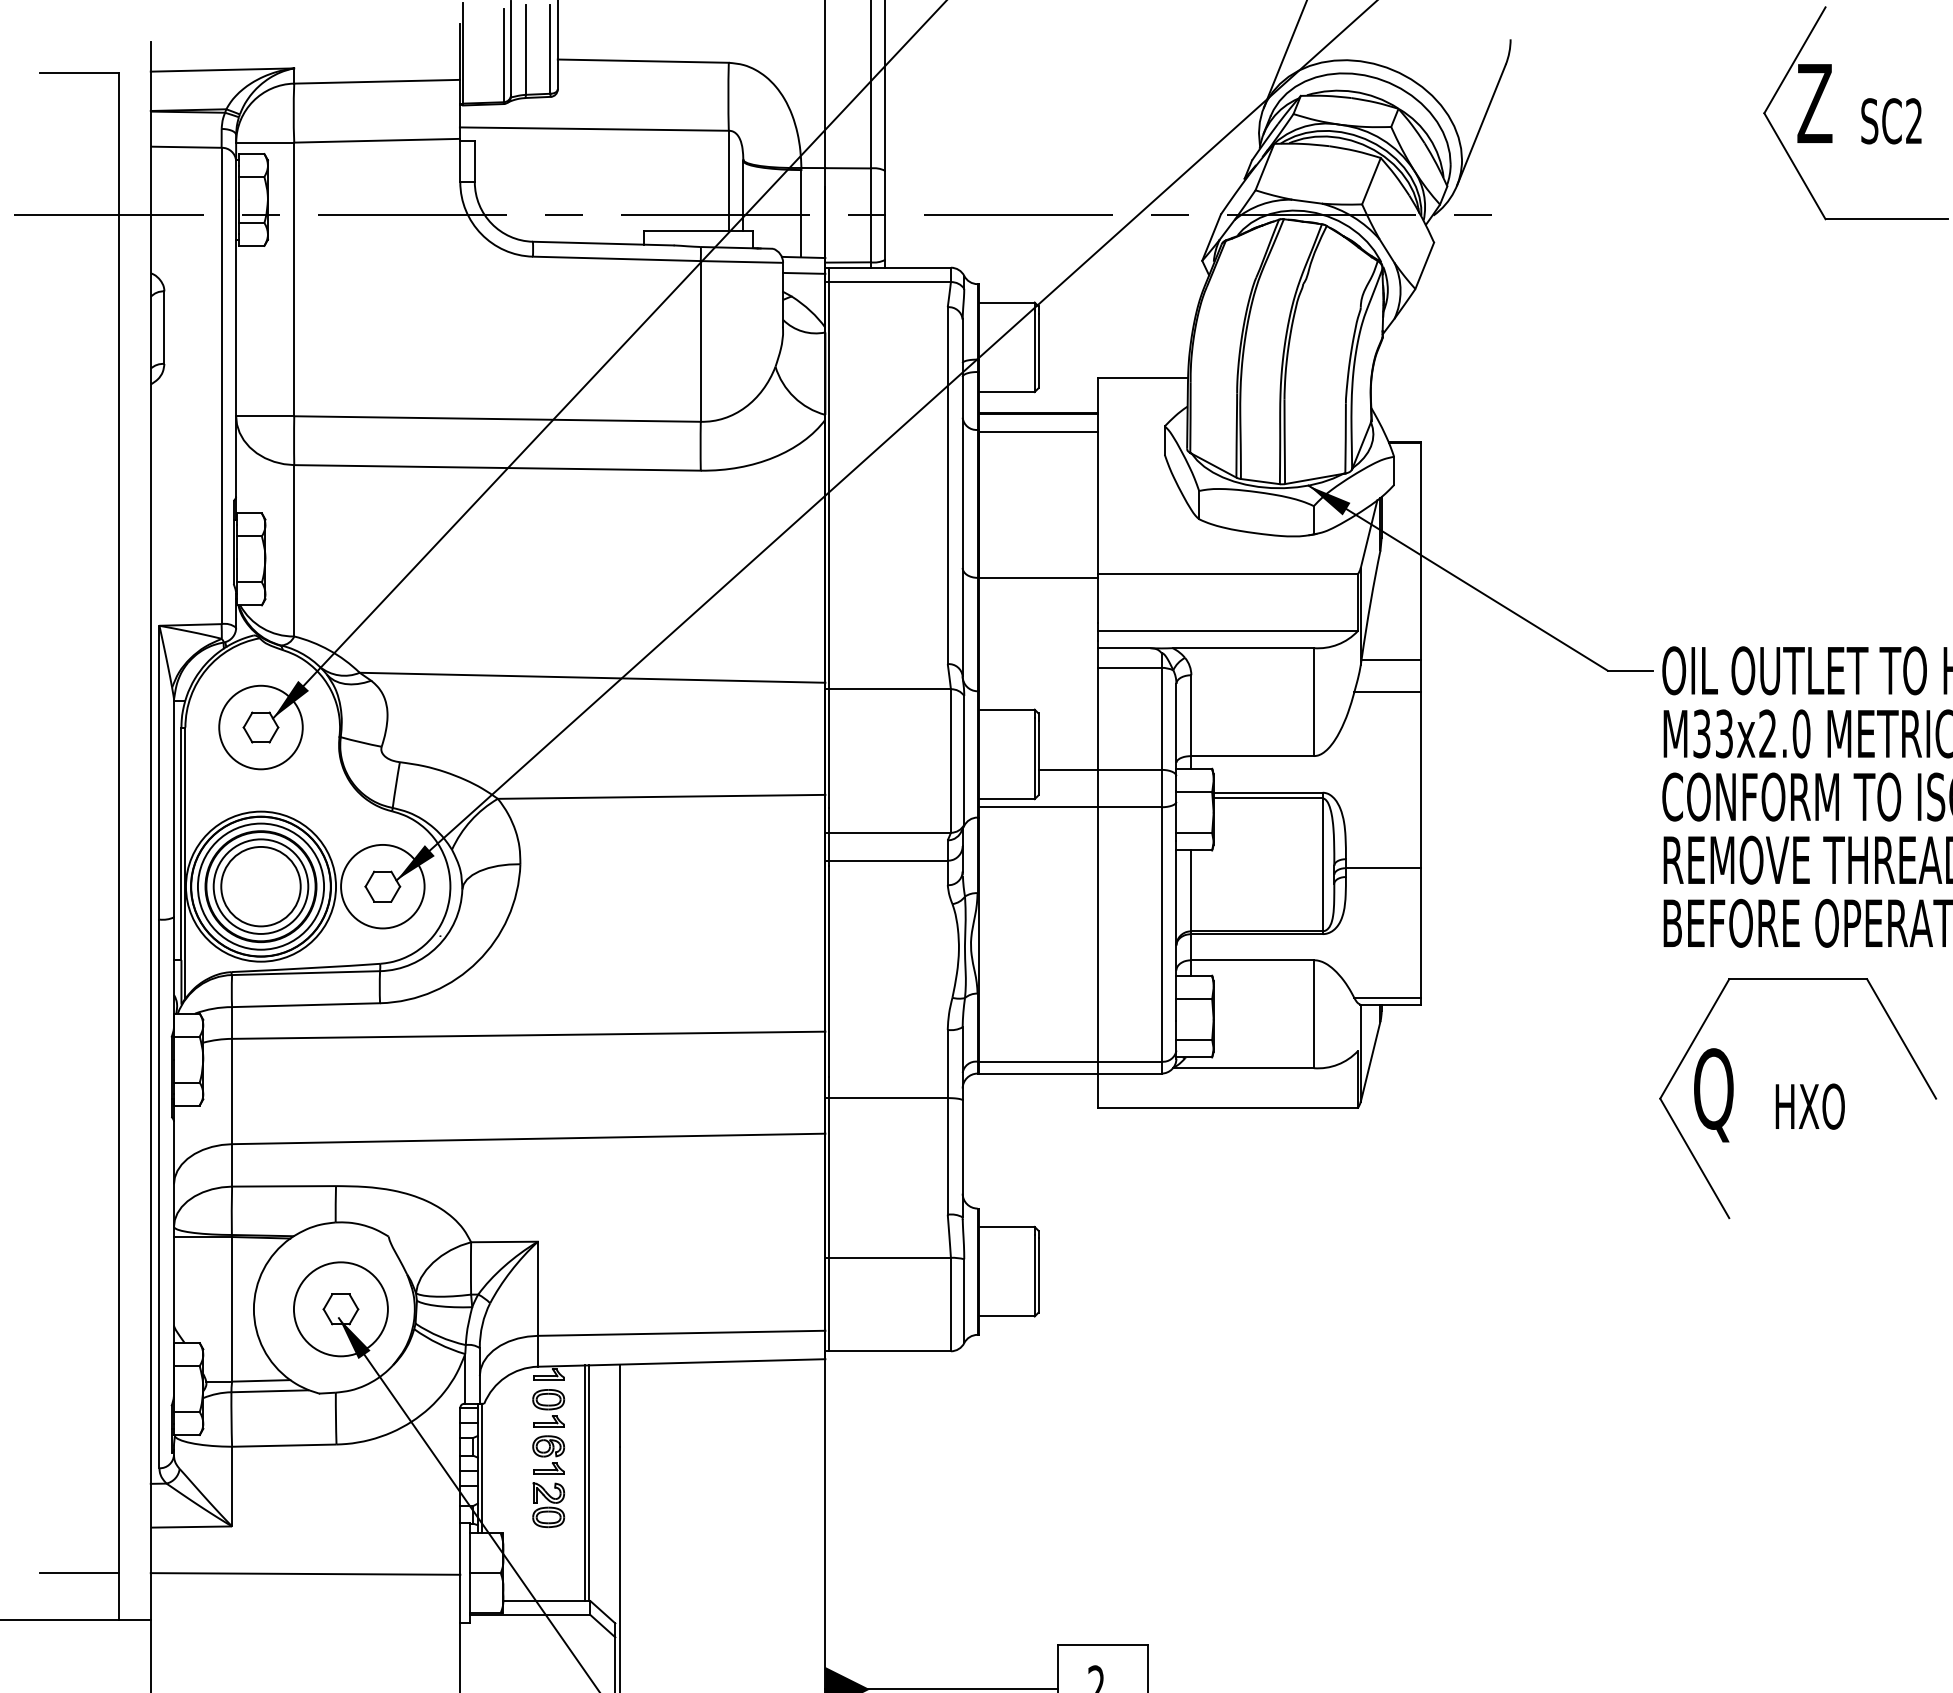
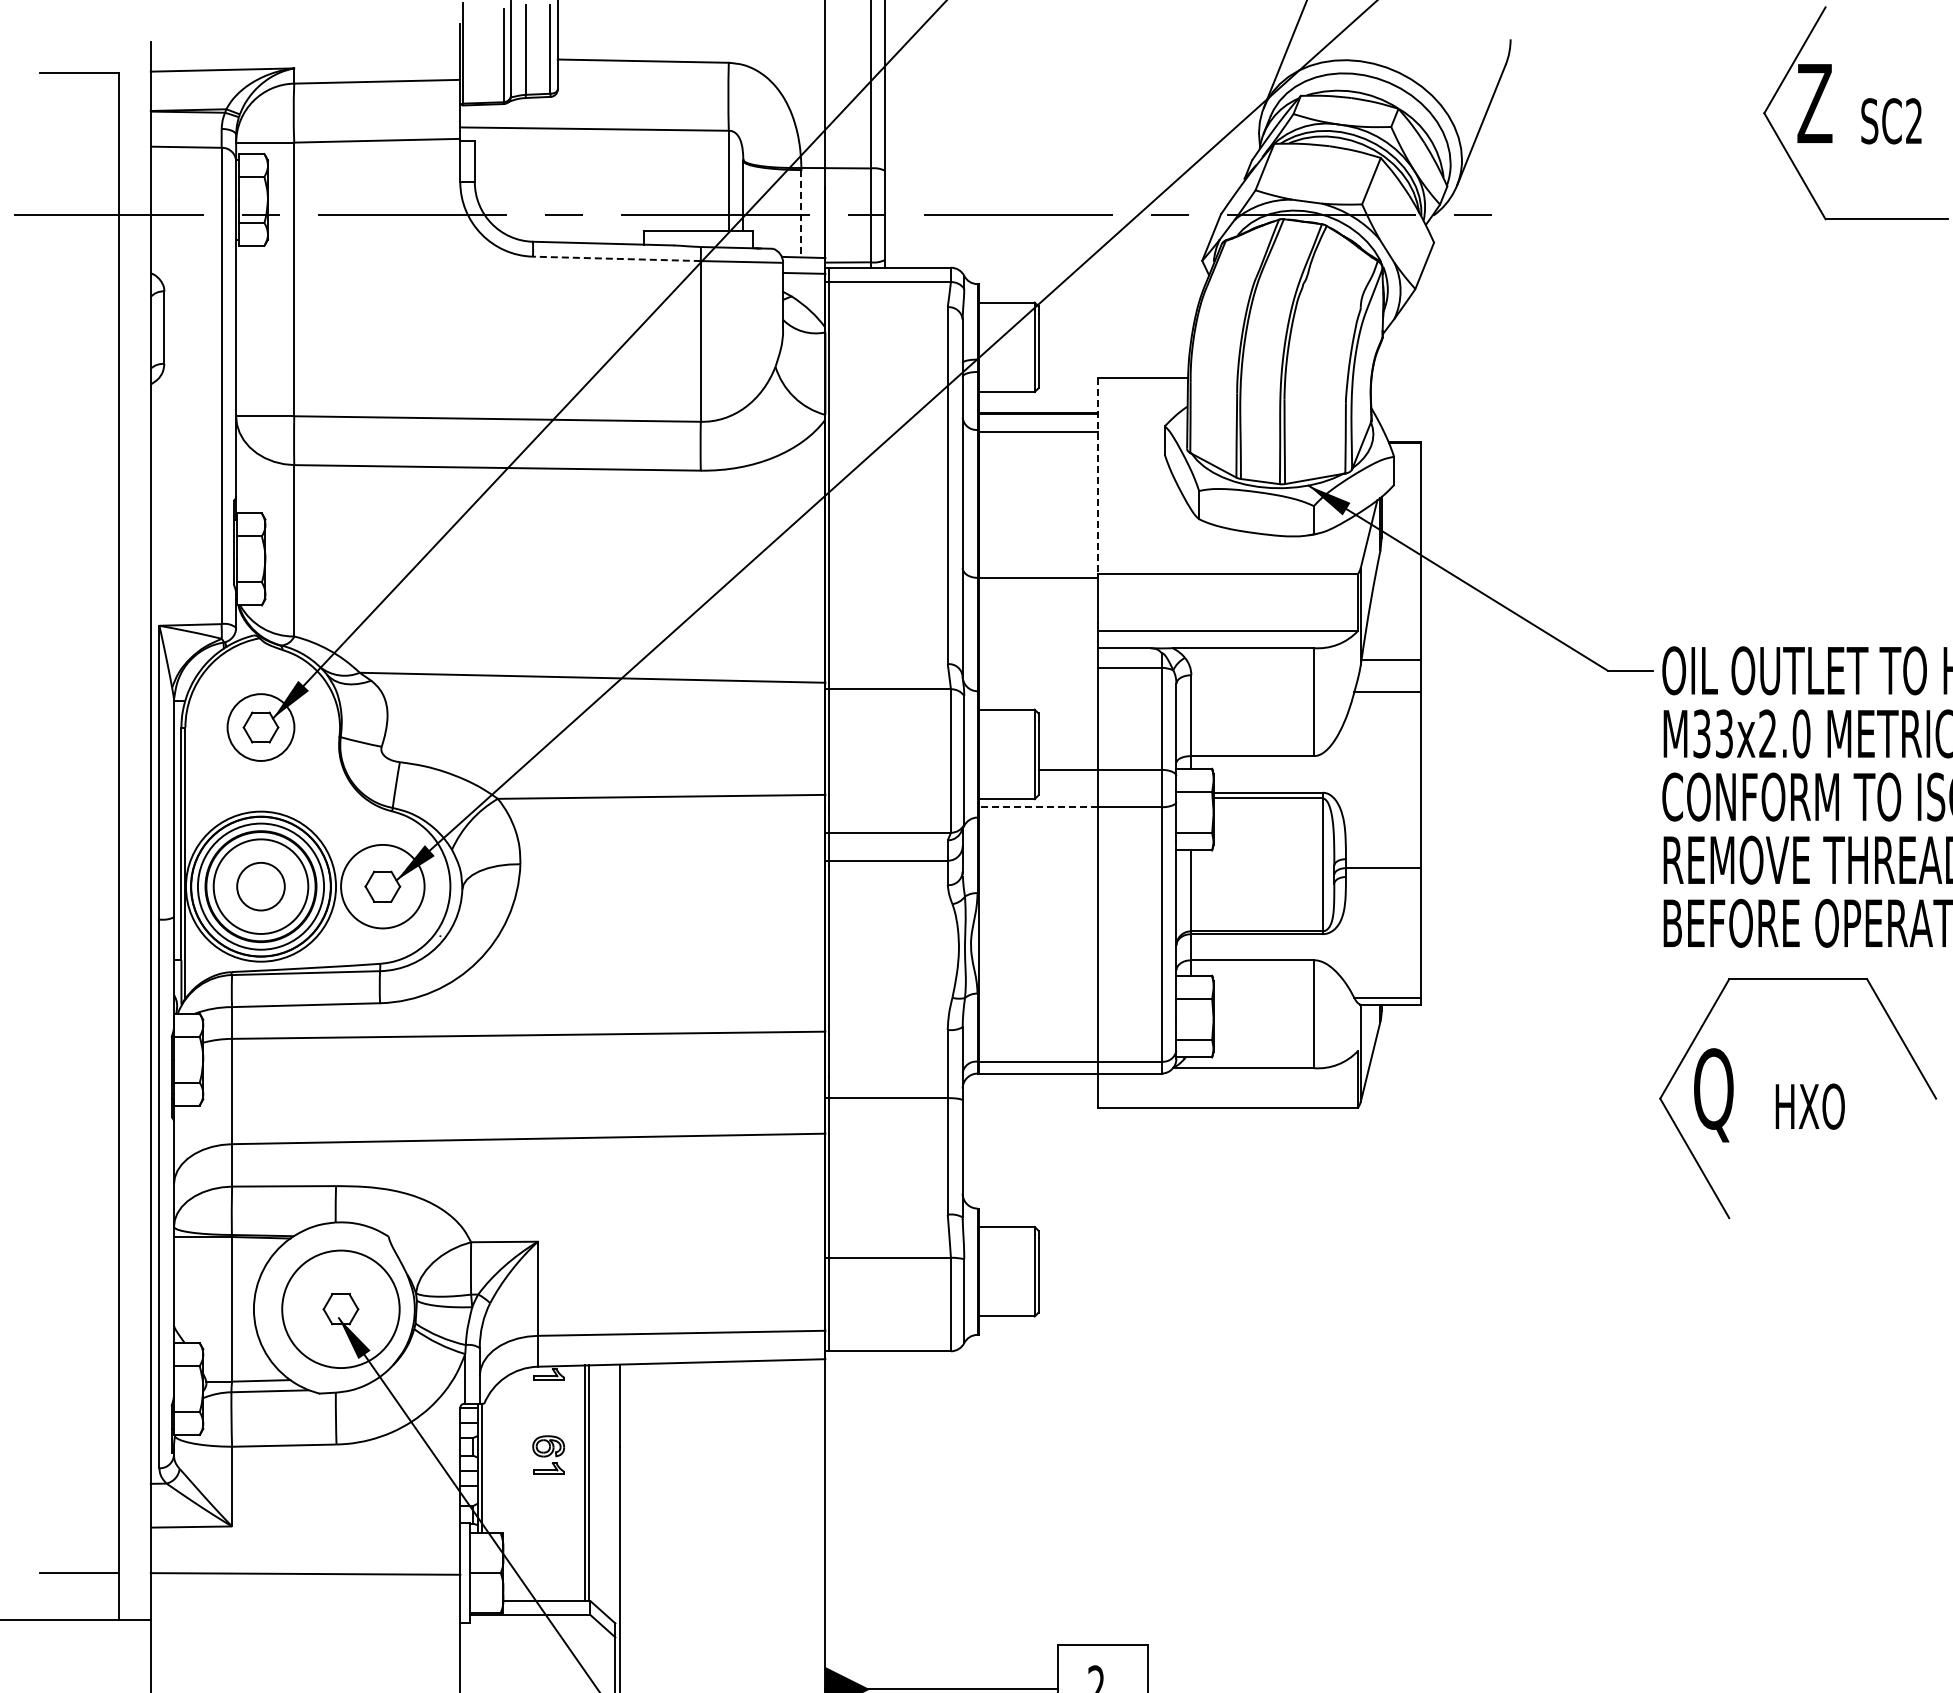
line at (801, 213): solid -> dashed
line at (616, 258): solid -> dashed
line at (1097, 476): solid -> dashed
circle at (260, 727) diameter: 84 px -> 67 px
line at (1037, 807): solid -> dashed
circle at (260, 886) diameter: 79 px -> 48 px
circle at (340, 1309) diameter: 94 px -> 117 px
part at (548, 1408): present -> none
part at (548, 1505): present -> none
